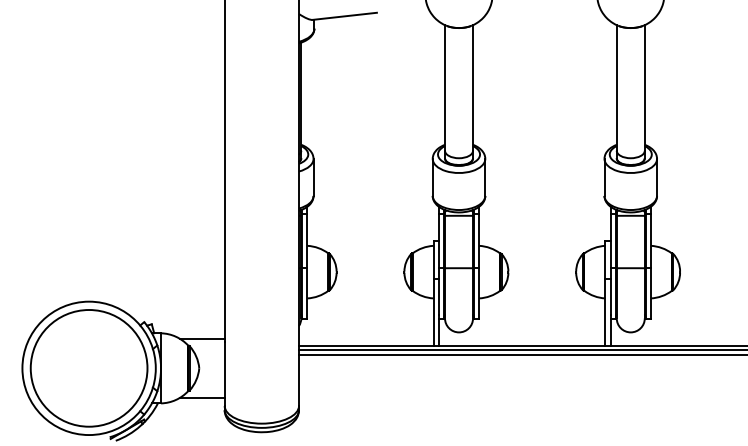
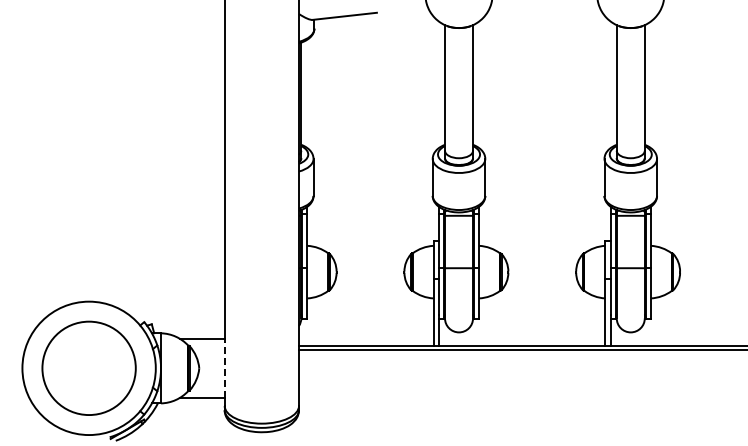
line at (521, 355): present -> none
circle at (88, 367) diameter: 117 px -> 93 px
line at (224, 370): solid -> dashed
